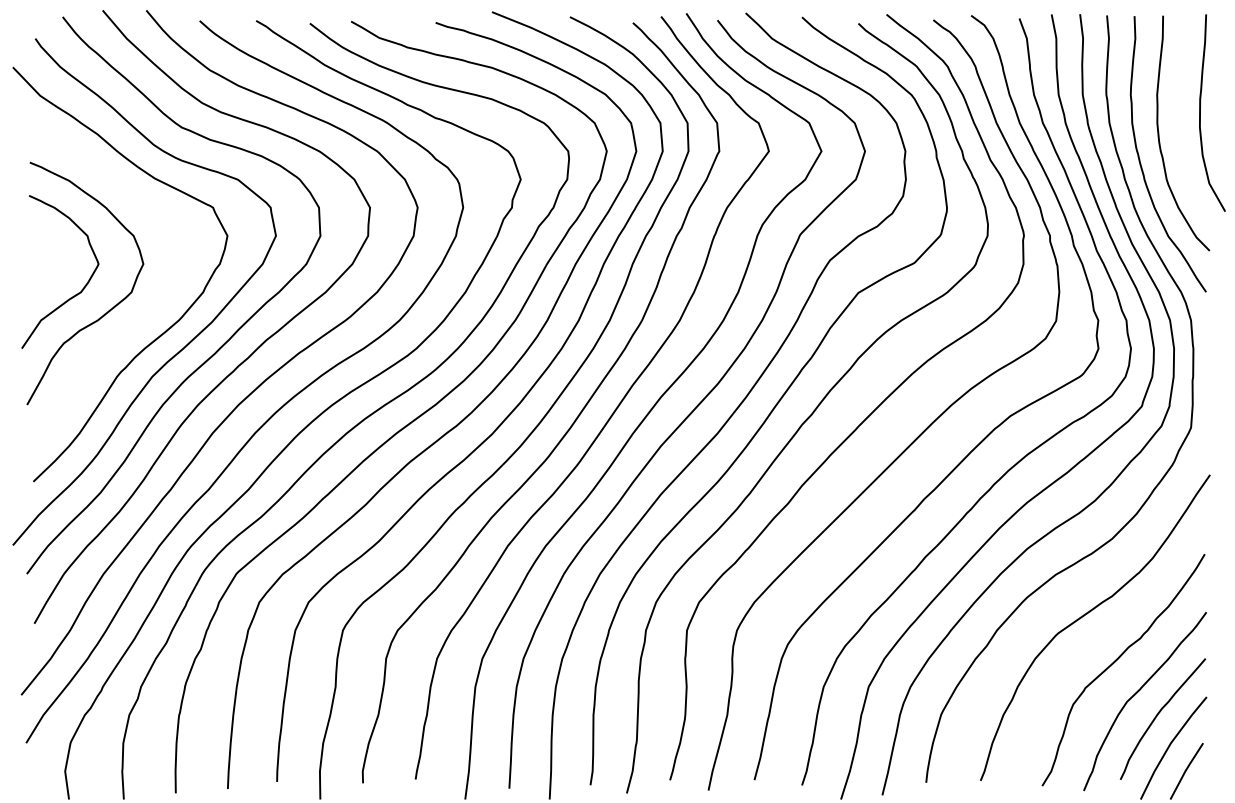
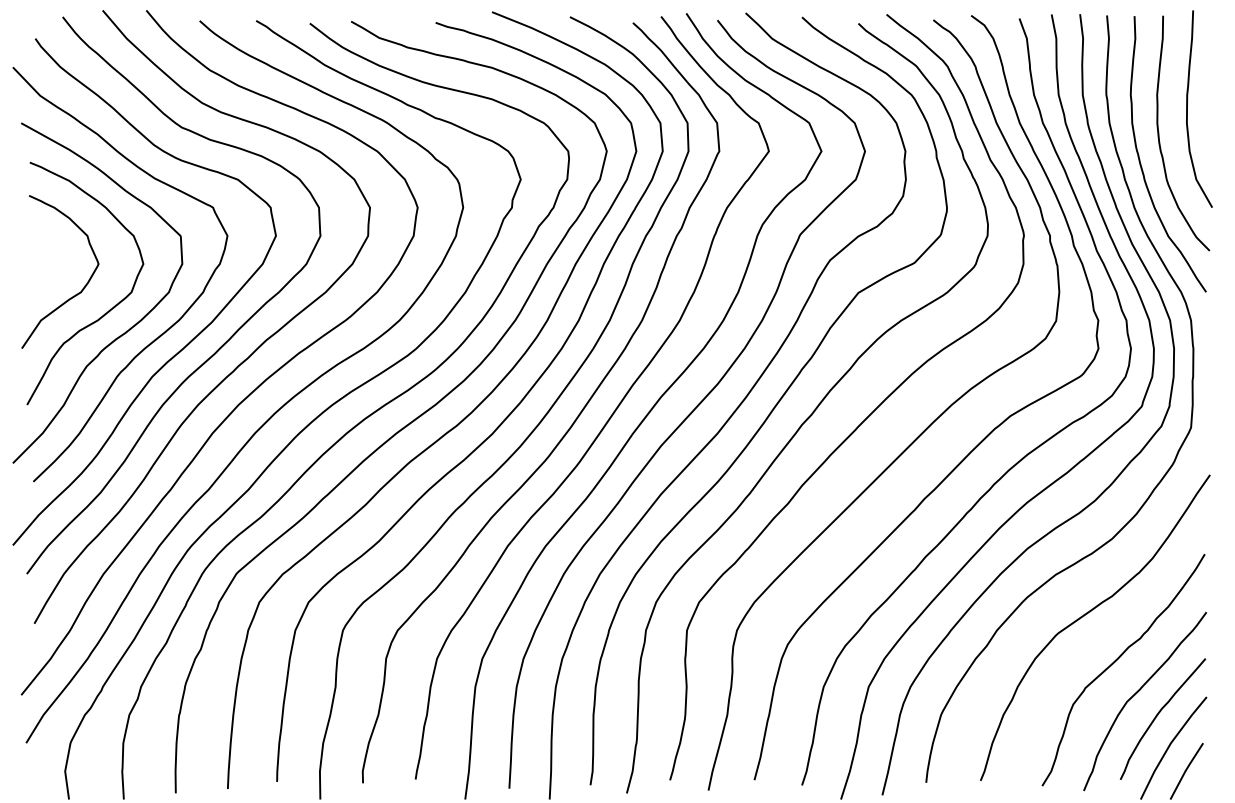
curve at (1200, 112) position: (1200, 112) -> (1187, 108)
curve at (126, 330): none -> present
